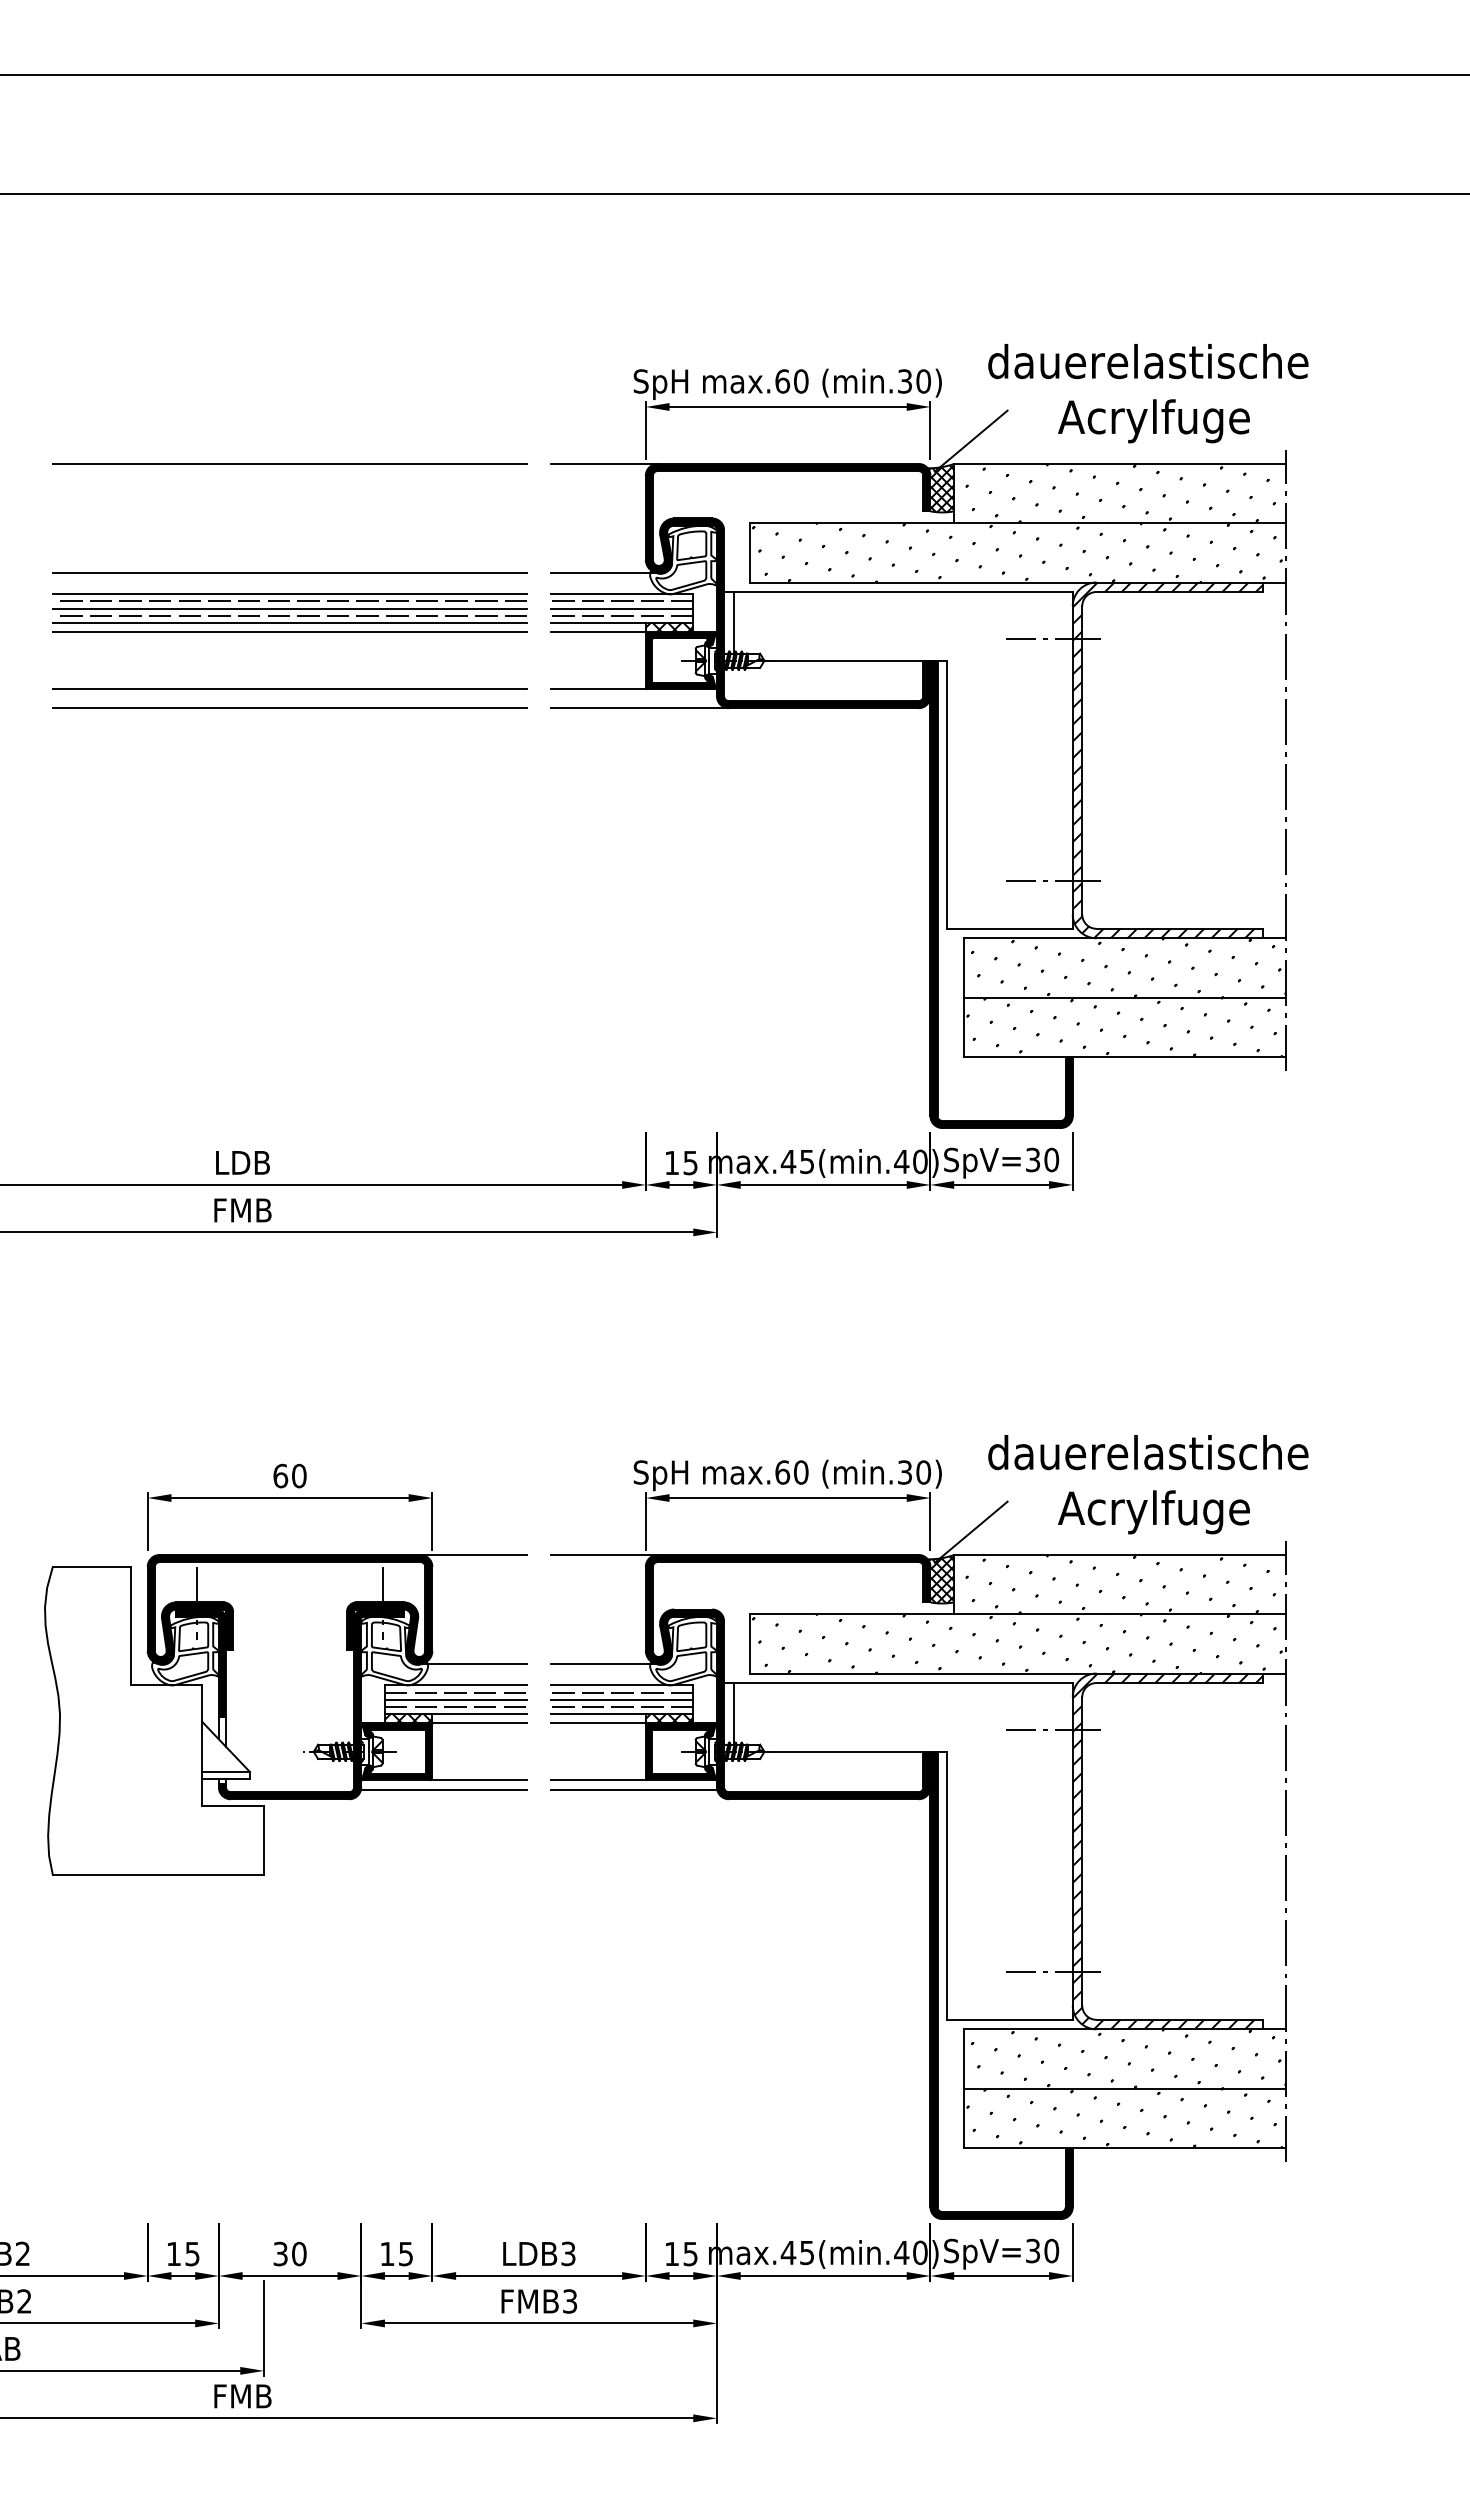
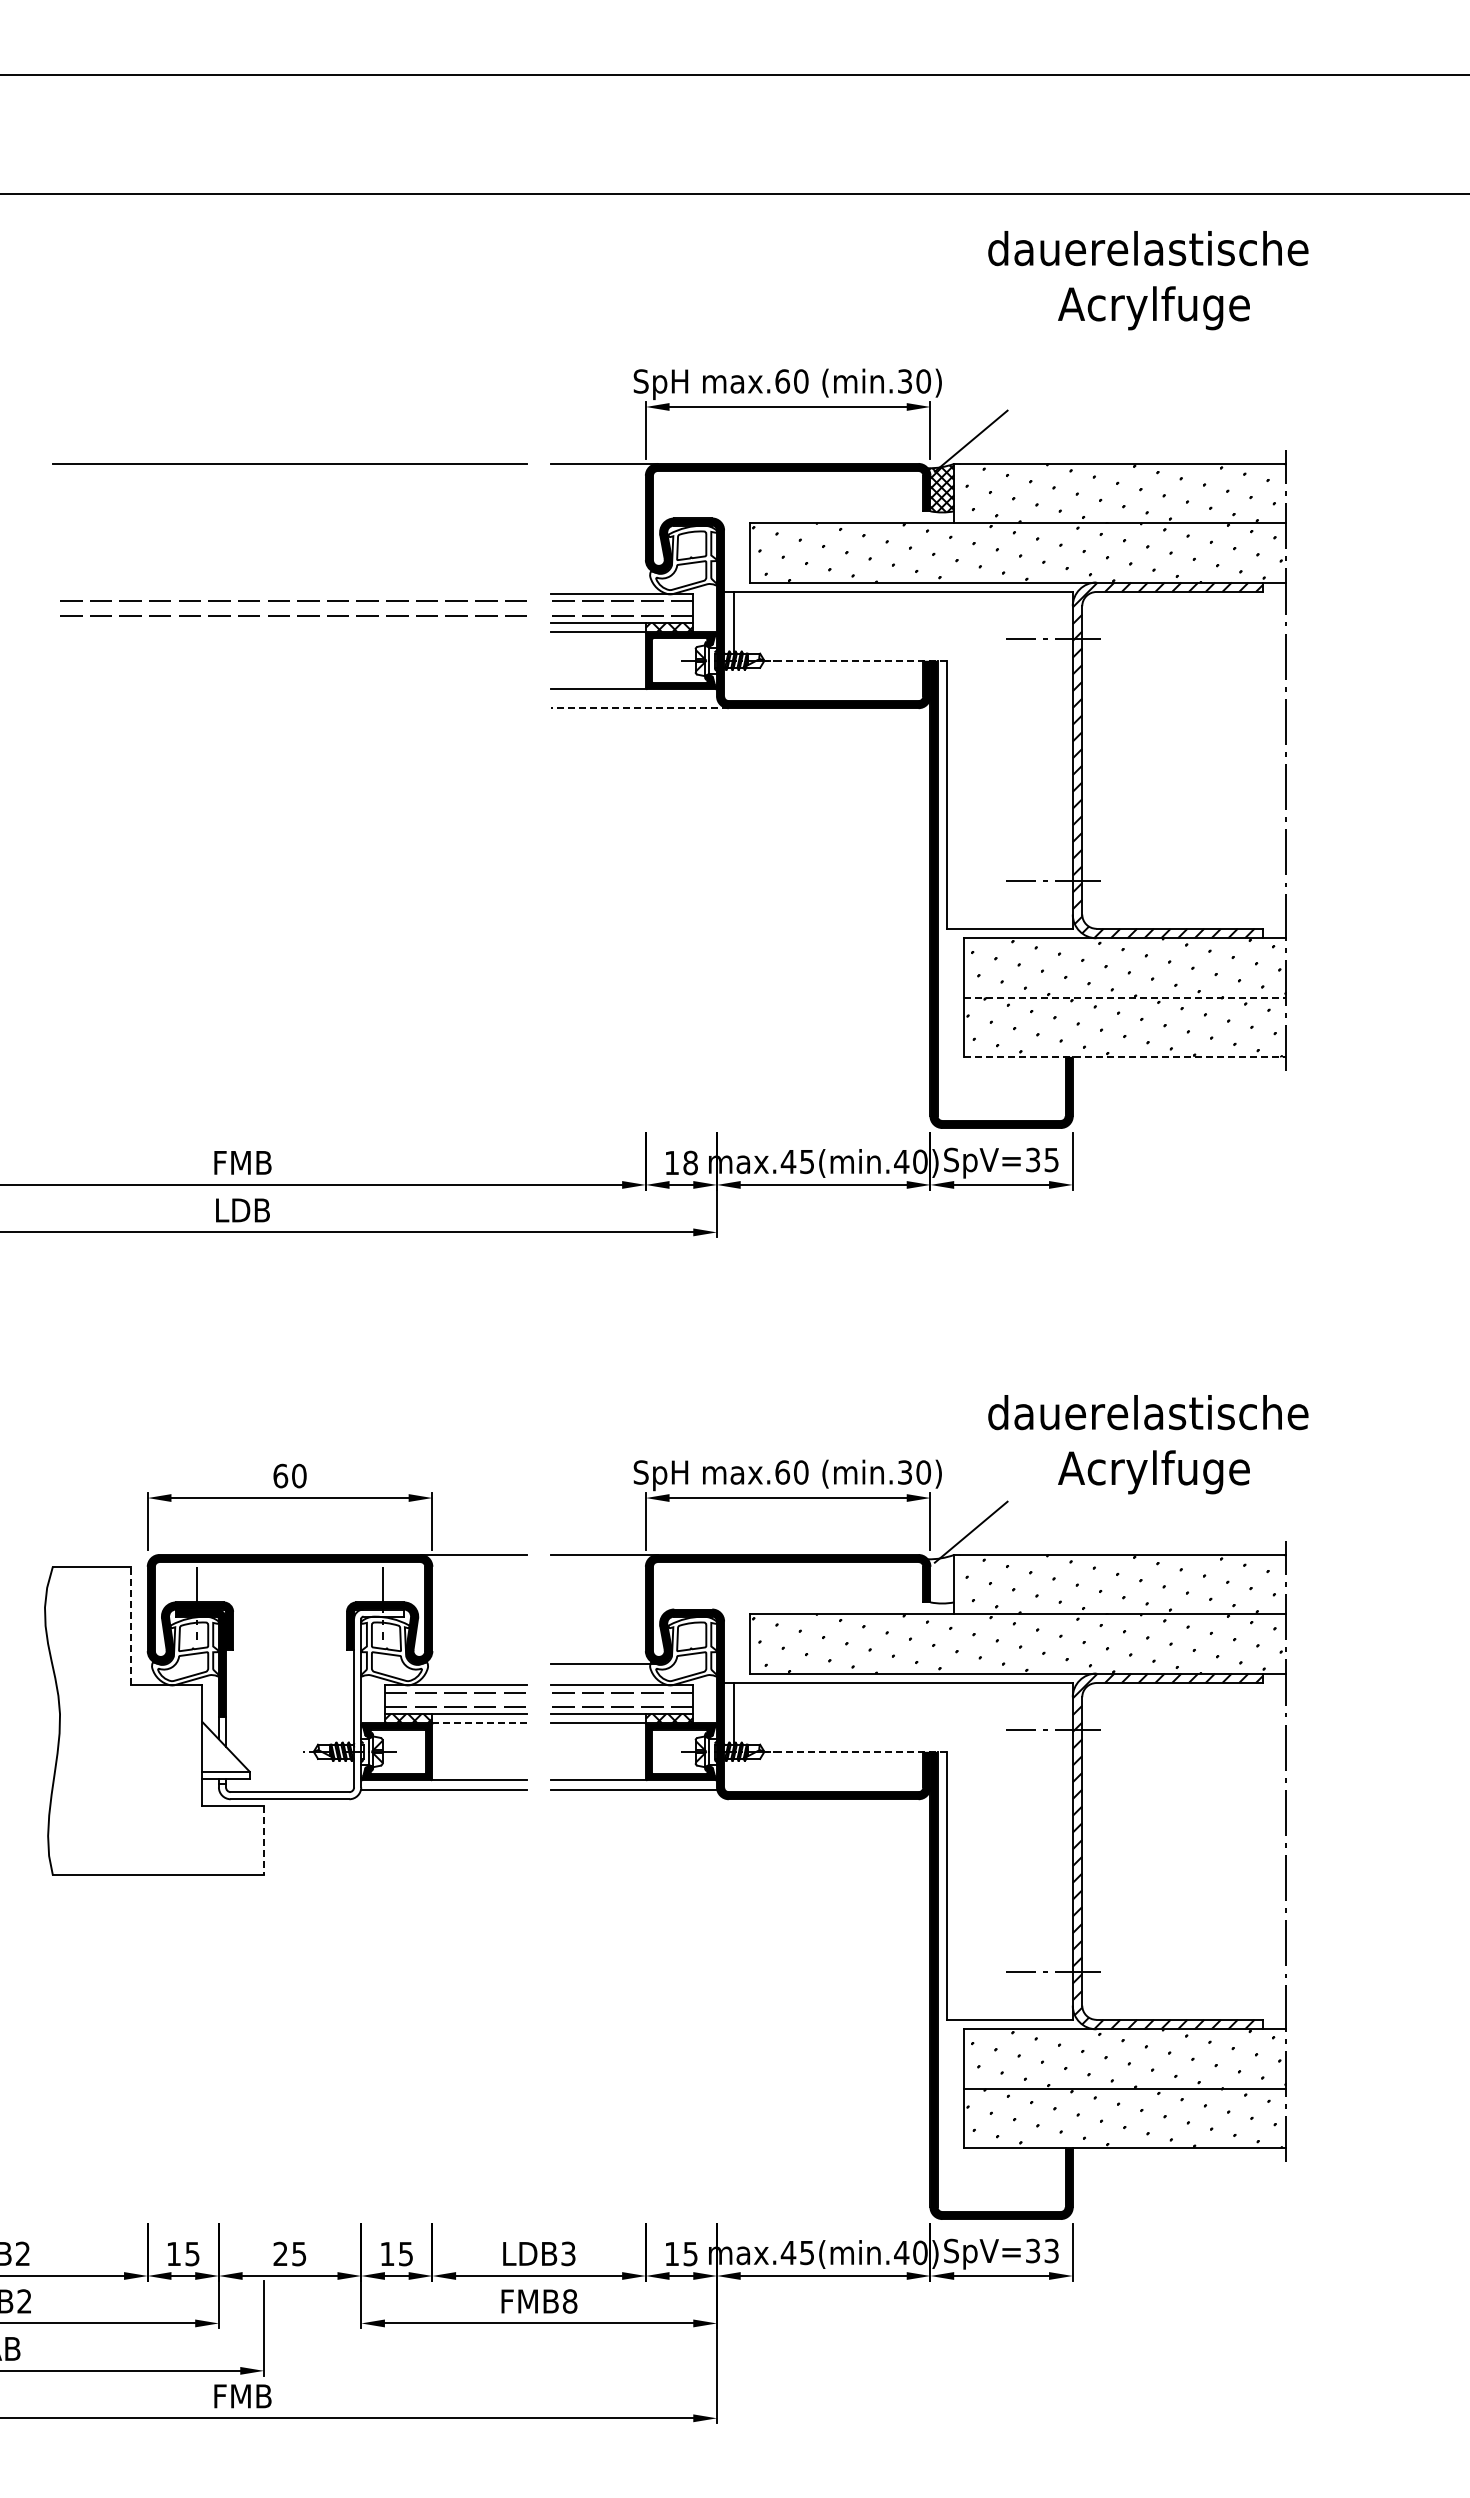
text at (1148, 393) position: (1148, 393) -> (1148, 280)
line at (289, 572): present -> none
line at (604, 573): present -> none
line at (289, 594): present -> none
line at (289, 608): present -> none
line at (621, 608): present -> none
line at (289, 622): present -> none
line at (289, 631): present -> none
line at (856, 660): solid -> dashed
line at (289, 688): present -> none
line at (289, 708): present -> none
line at (639, 708): solid -> dashed
line at (1125, 997): solid -> dashed
line at (1125, 1056): solid -> dashed
text at (1051, 1159): SpV=30 -> SpV=35
text at (242, 1162): LDB -> FMB
text at (690, 1162): 15 -> 18
text at (242, 1210): FMB -> LDB
text at (1148, 1484) position: (1148, 1484) -> (1148, 1444)
hatch at (941, 1579): present -> none
line at (131, 1625): solid -> dashed
line at (473, 1664): present -> none
line at (455, 1699): present -> none
line at (621, 1699): present -> none
fill at (310, 1704): present -> none
line at (480, 1723): solid -> dashed
line at (856, 1751): solid -> dashed
line at (263, 1841): solid -> dashed
text at (1051, 2250): SpV=30 -> SpV=33
text at (289, 2253): 30 -> 25
text at (569, 2301): FMB3 -> FMB8
